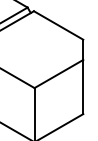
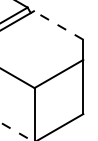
line at (58, 25): solid -> dashed
line at (16, 131): solid -> dashed
